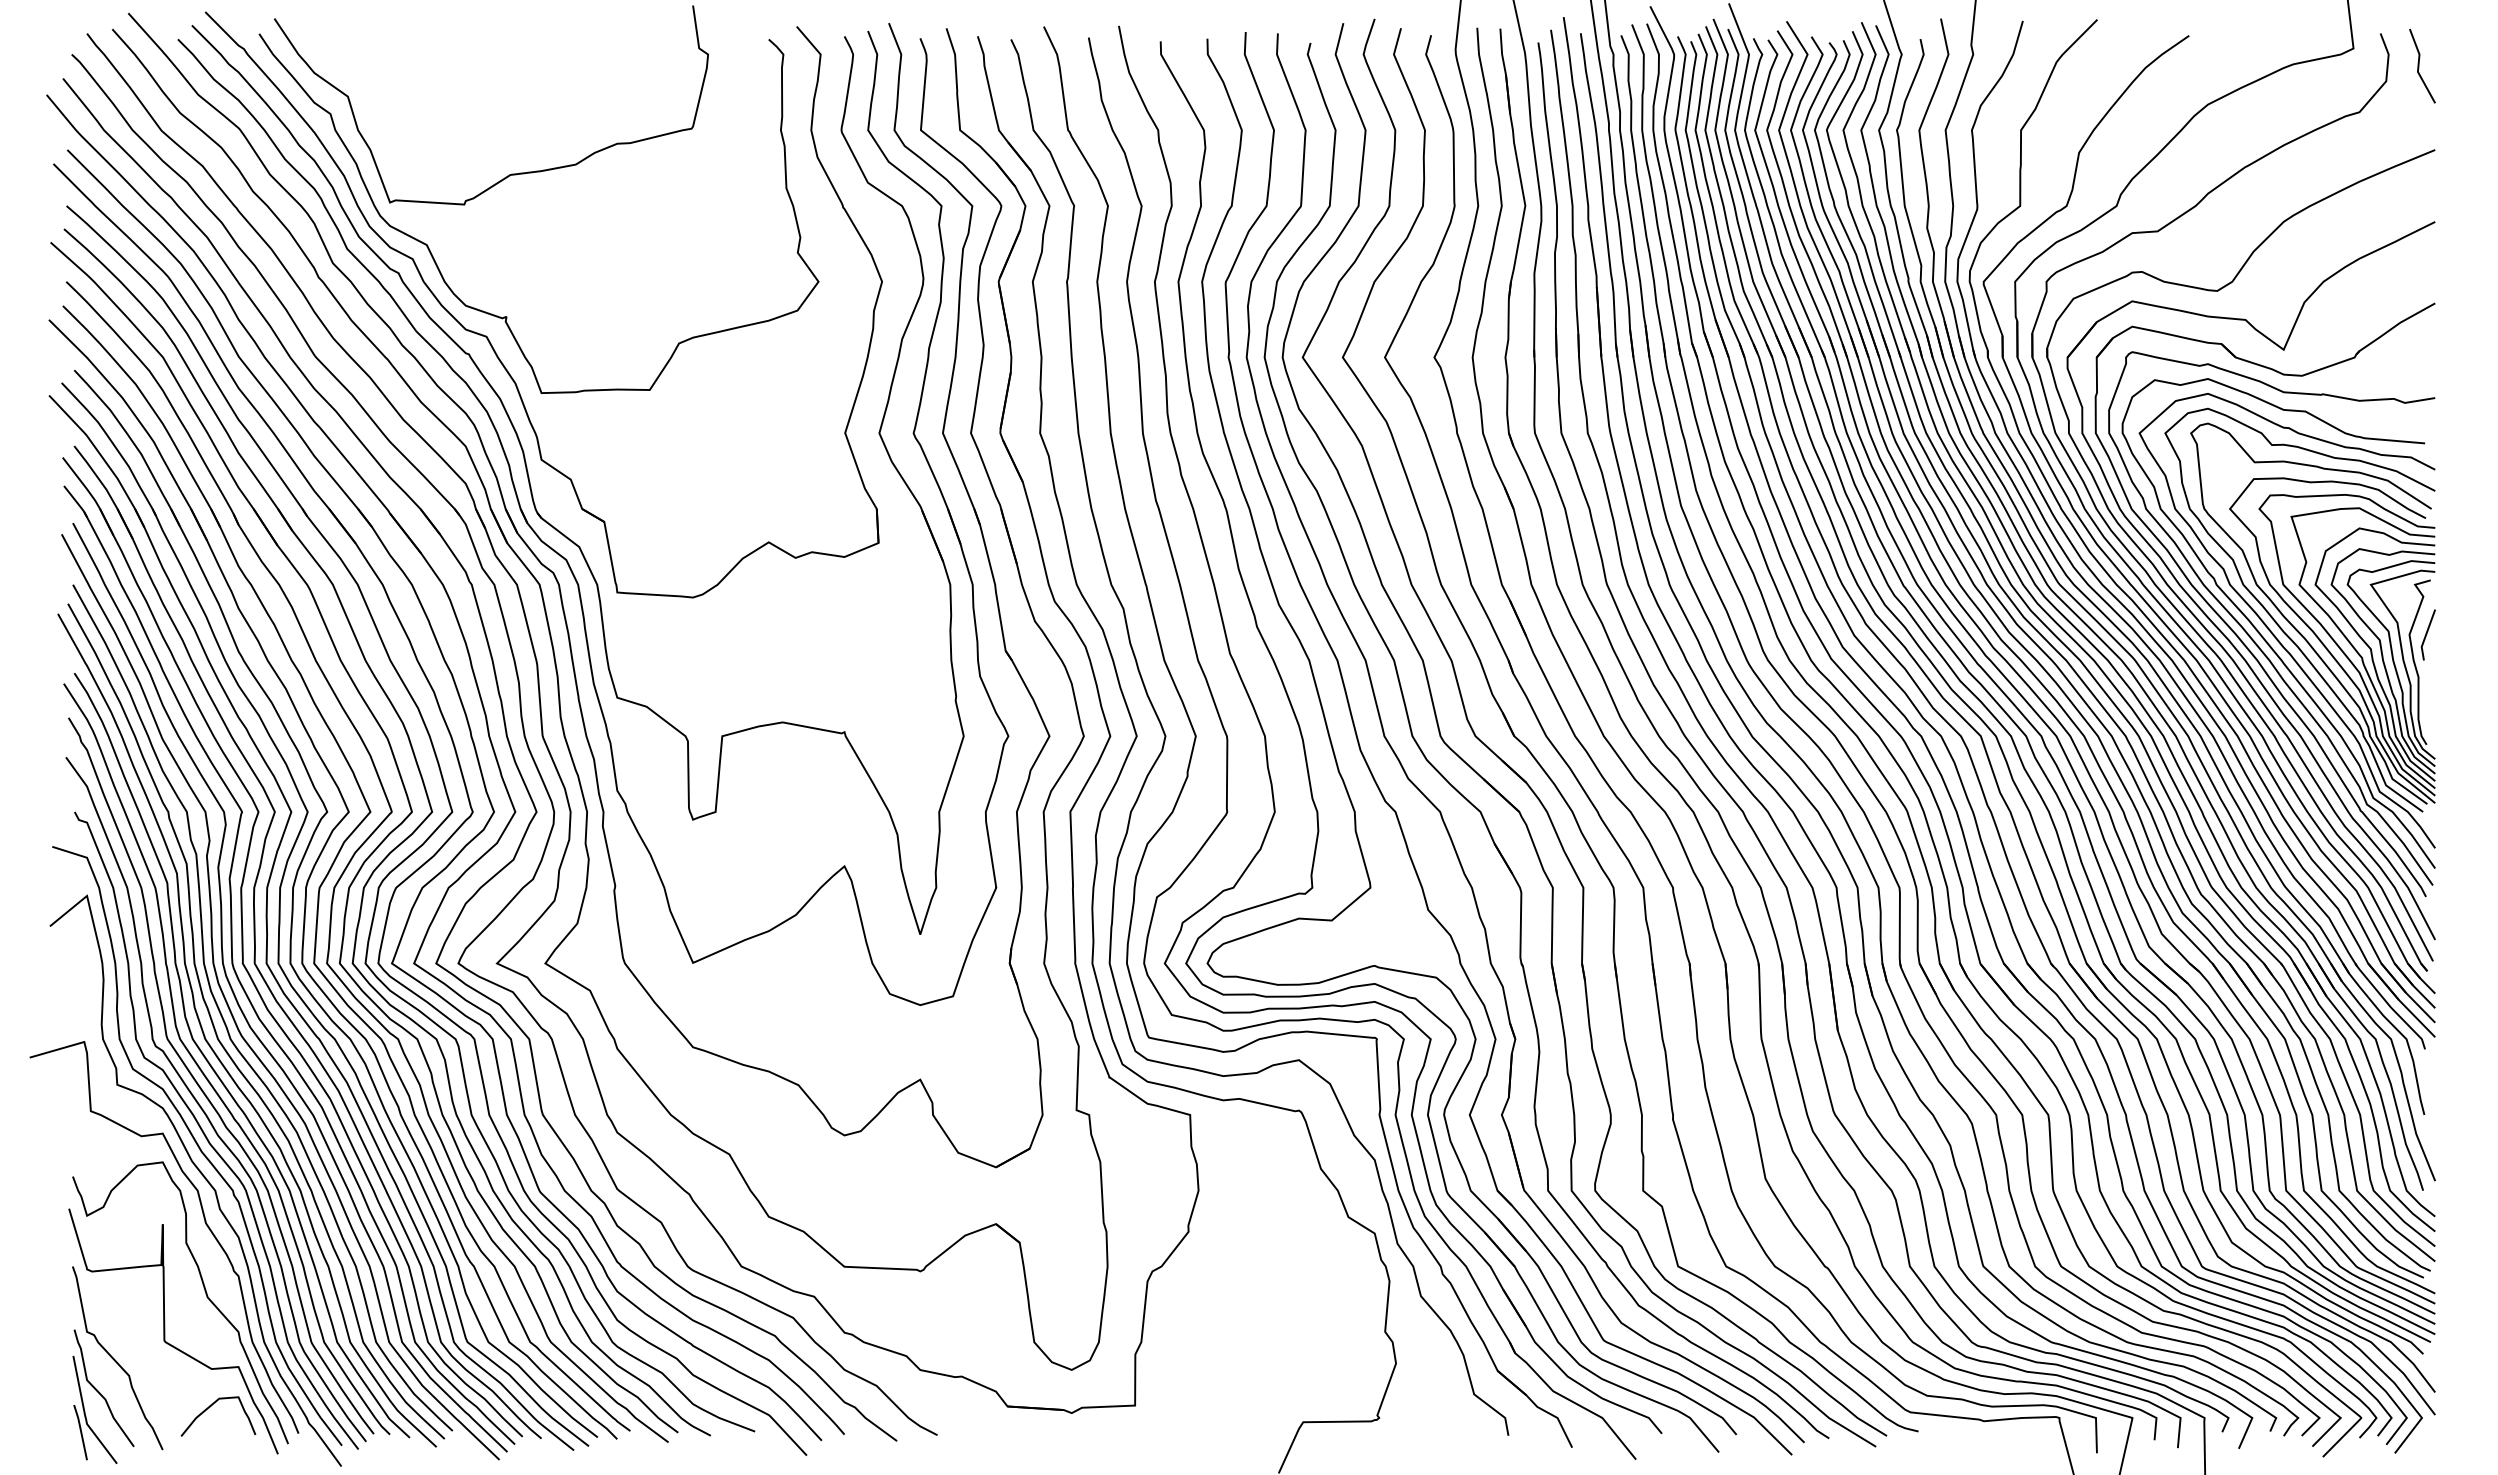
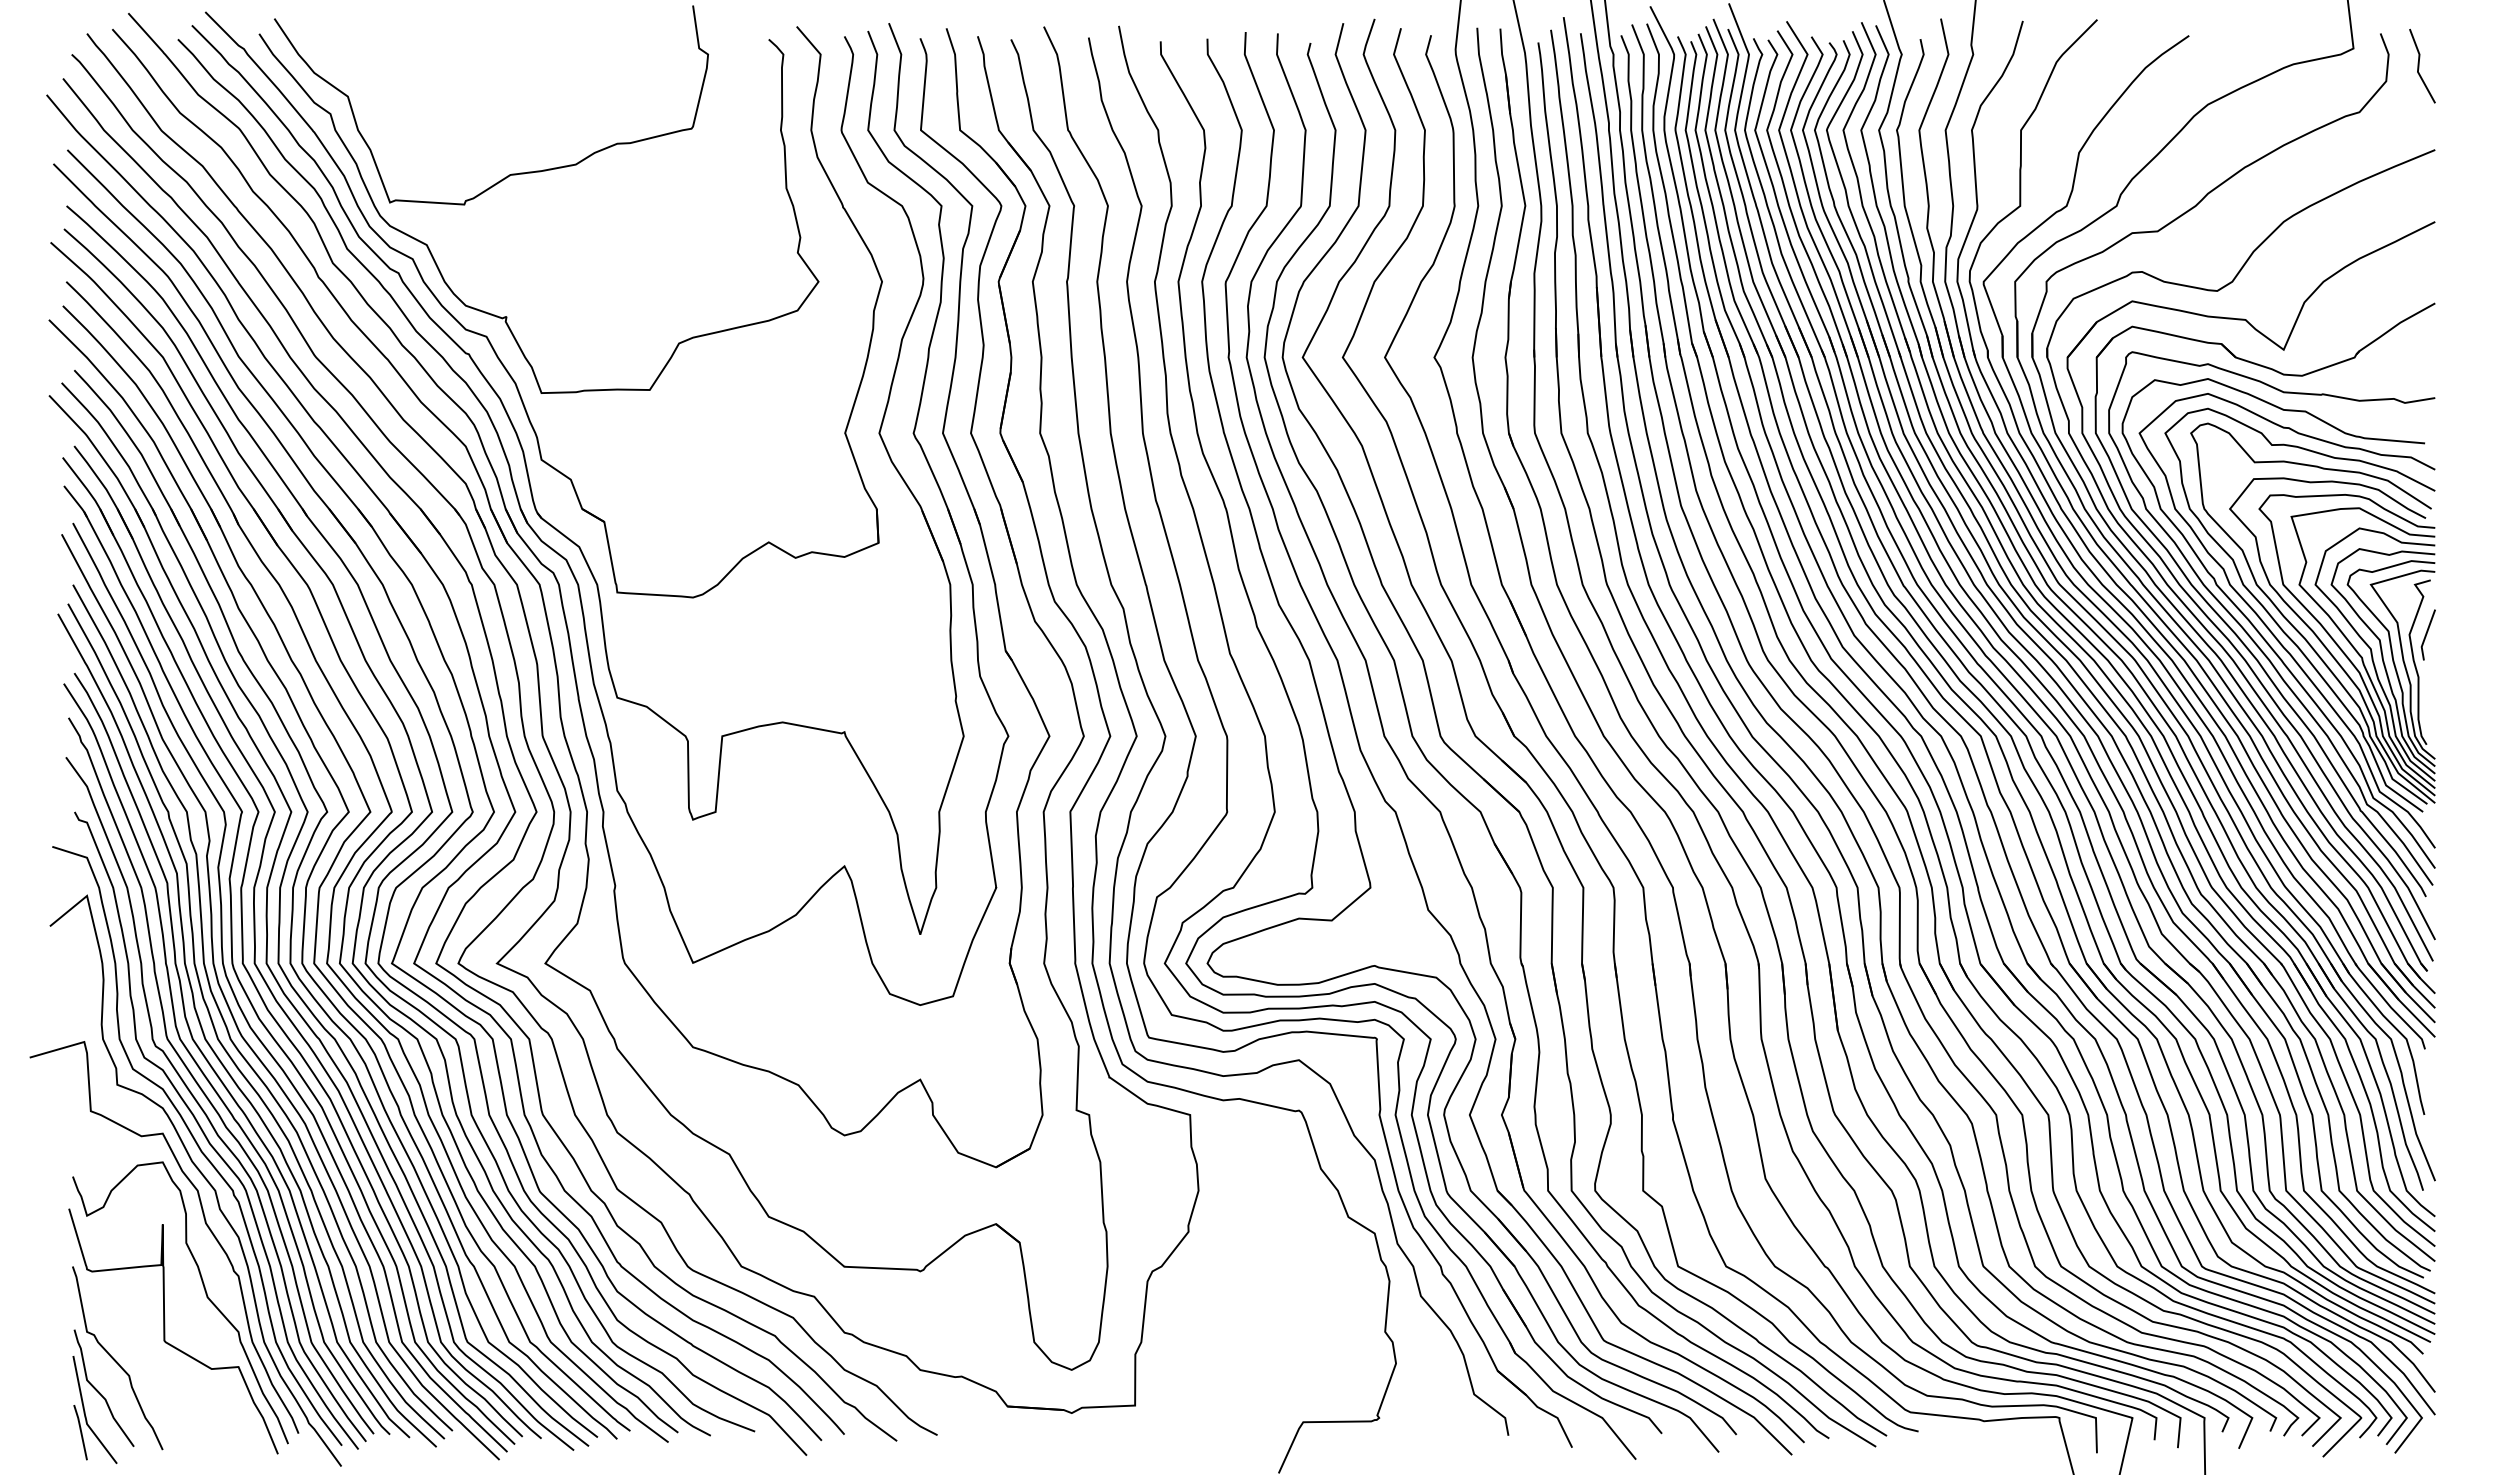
curve at (210, 1407): present -> none
